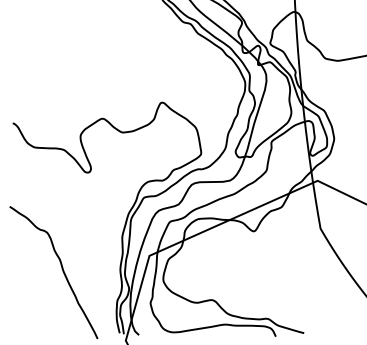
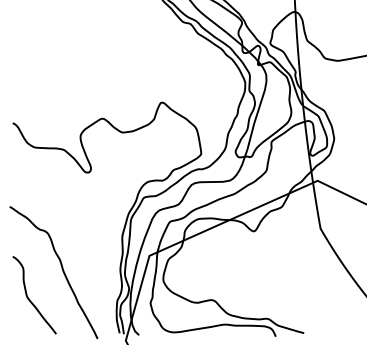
curve at (30, 299): none -> present
